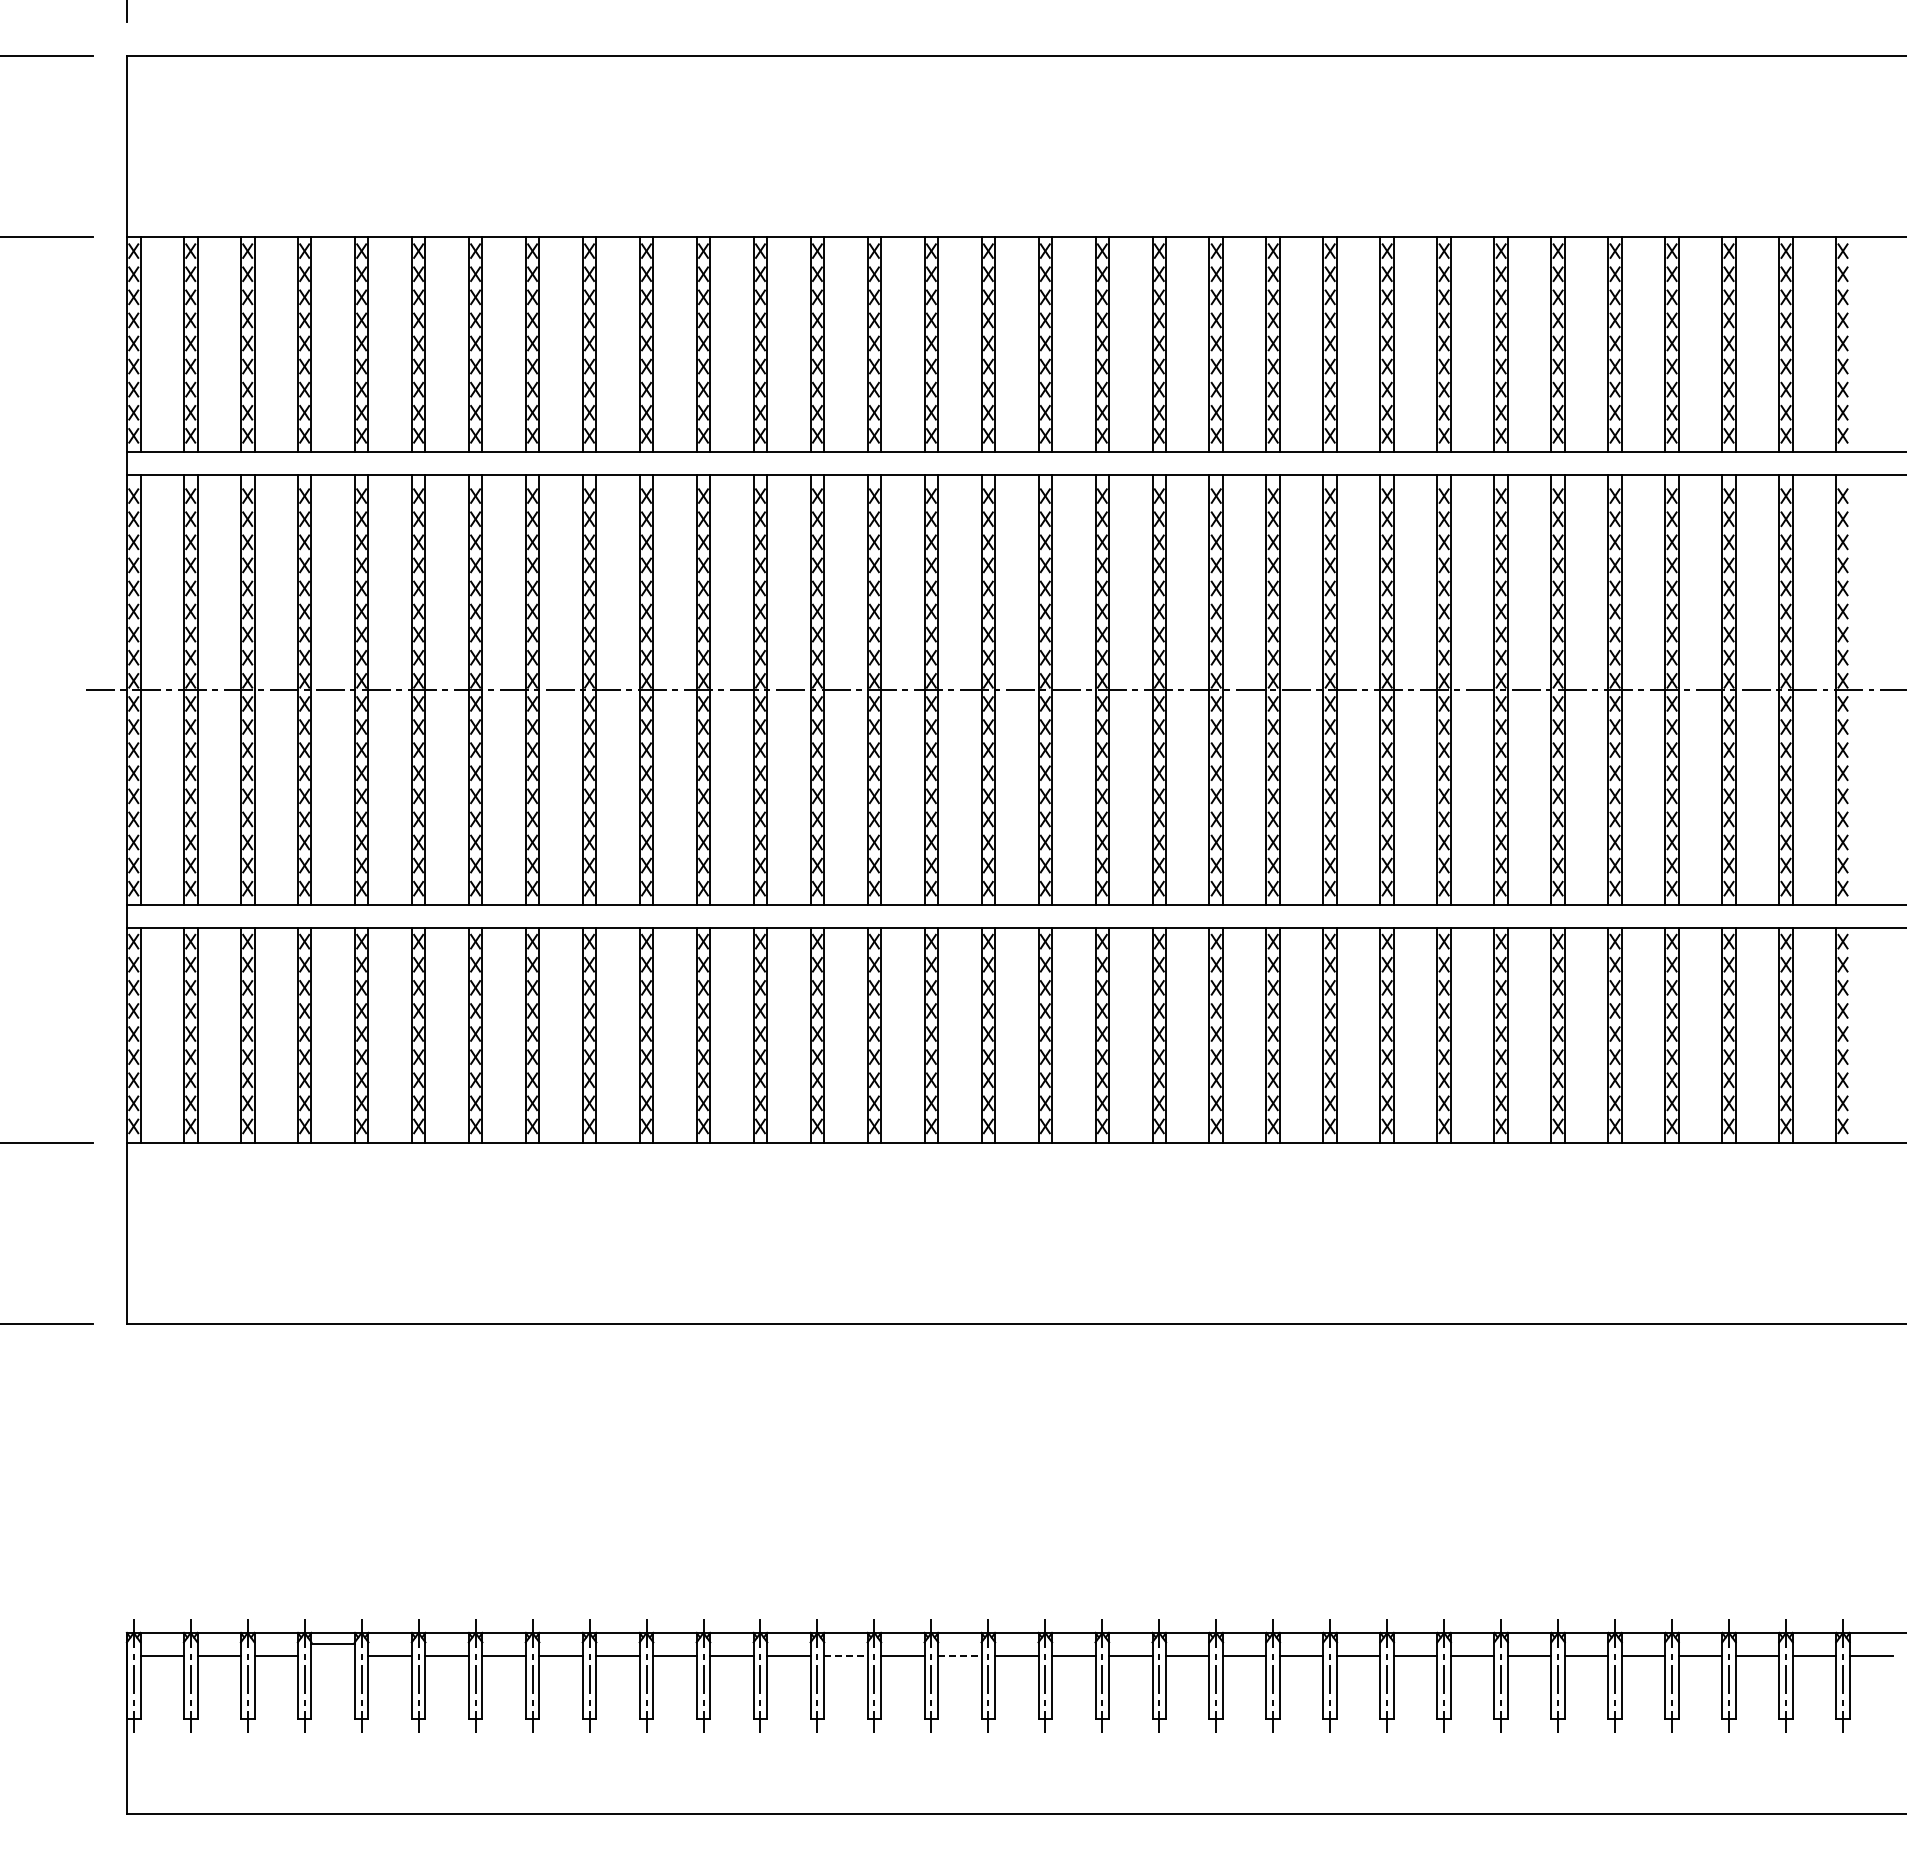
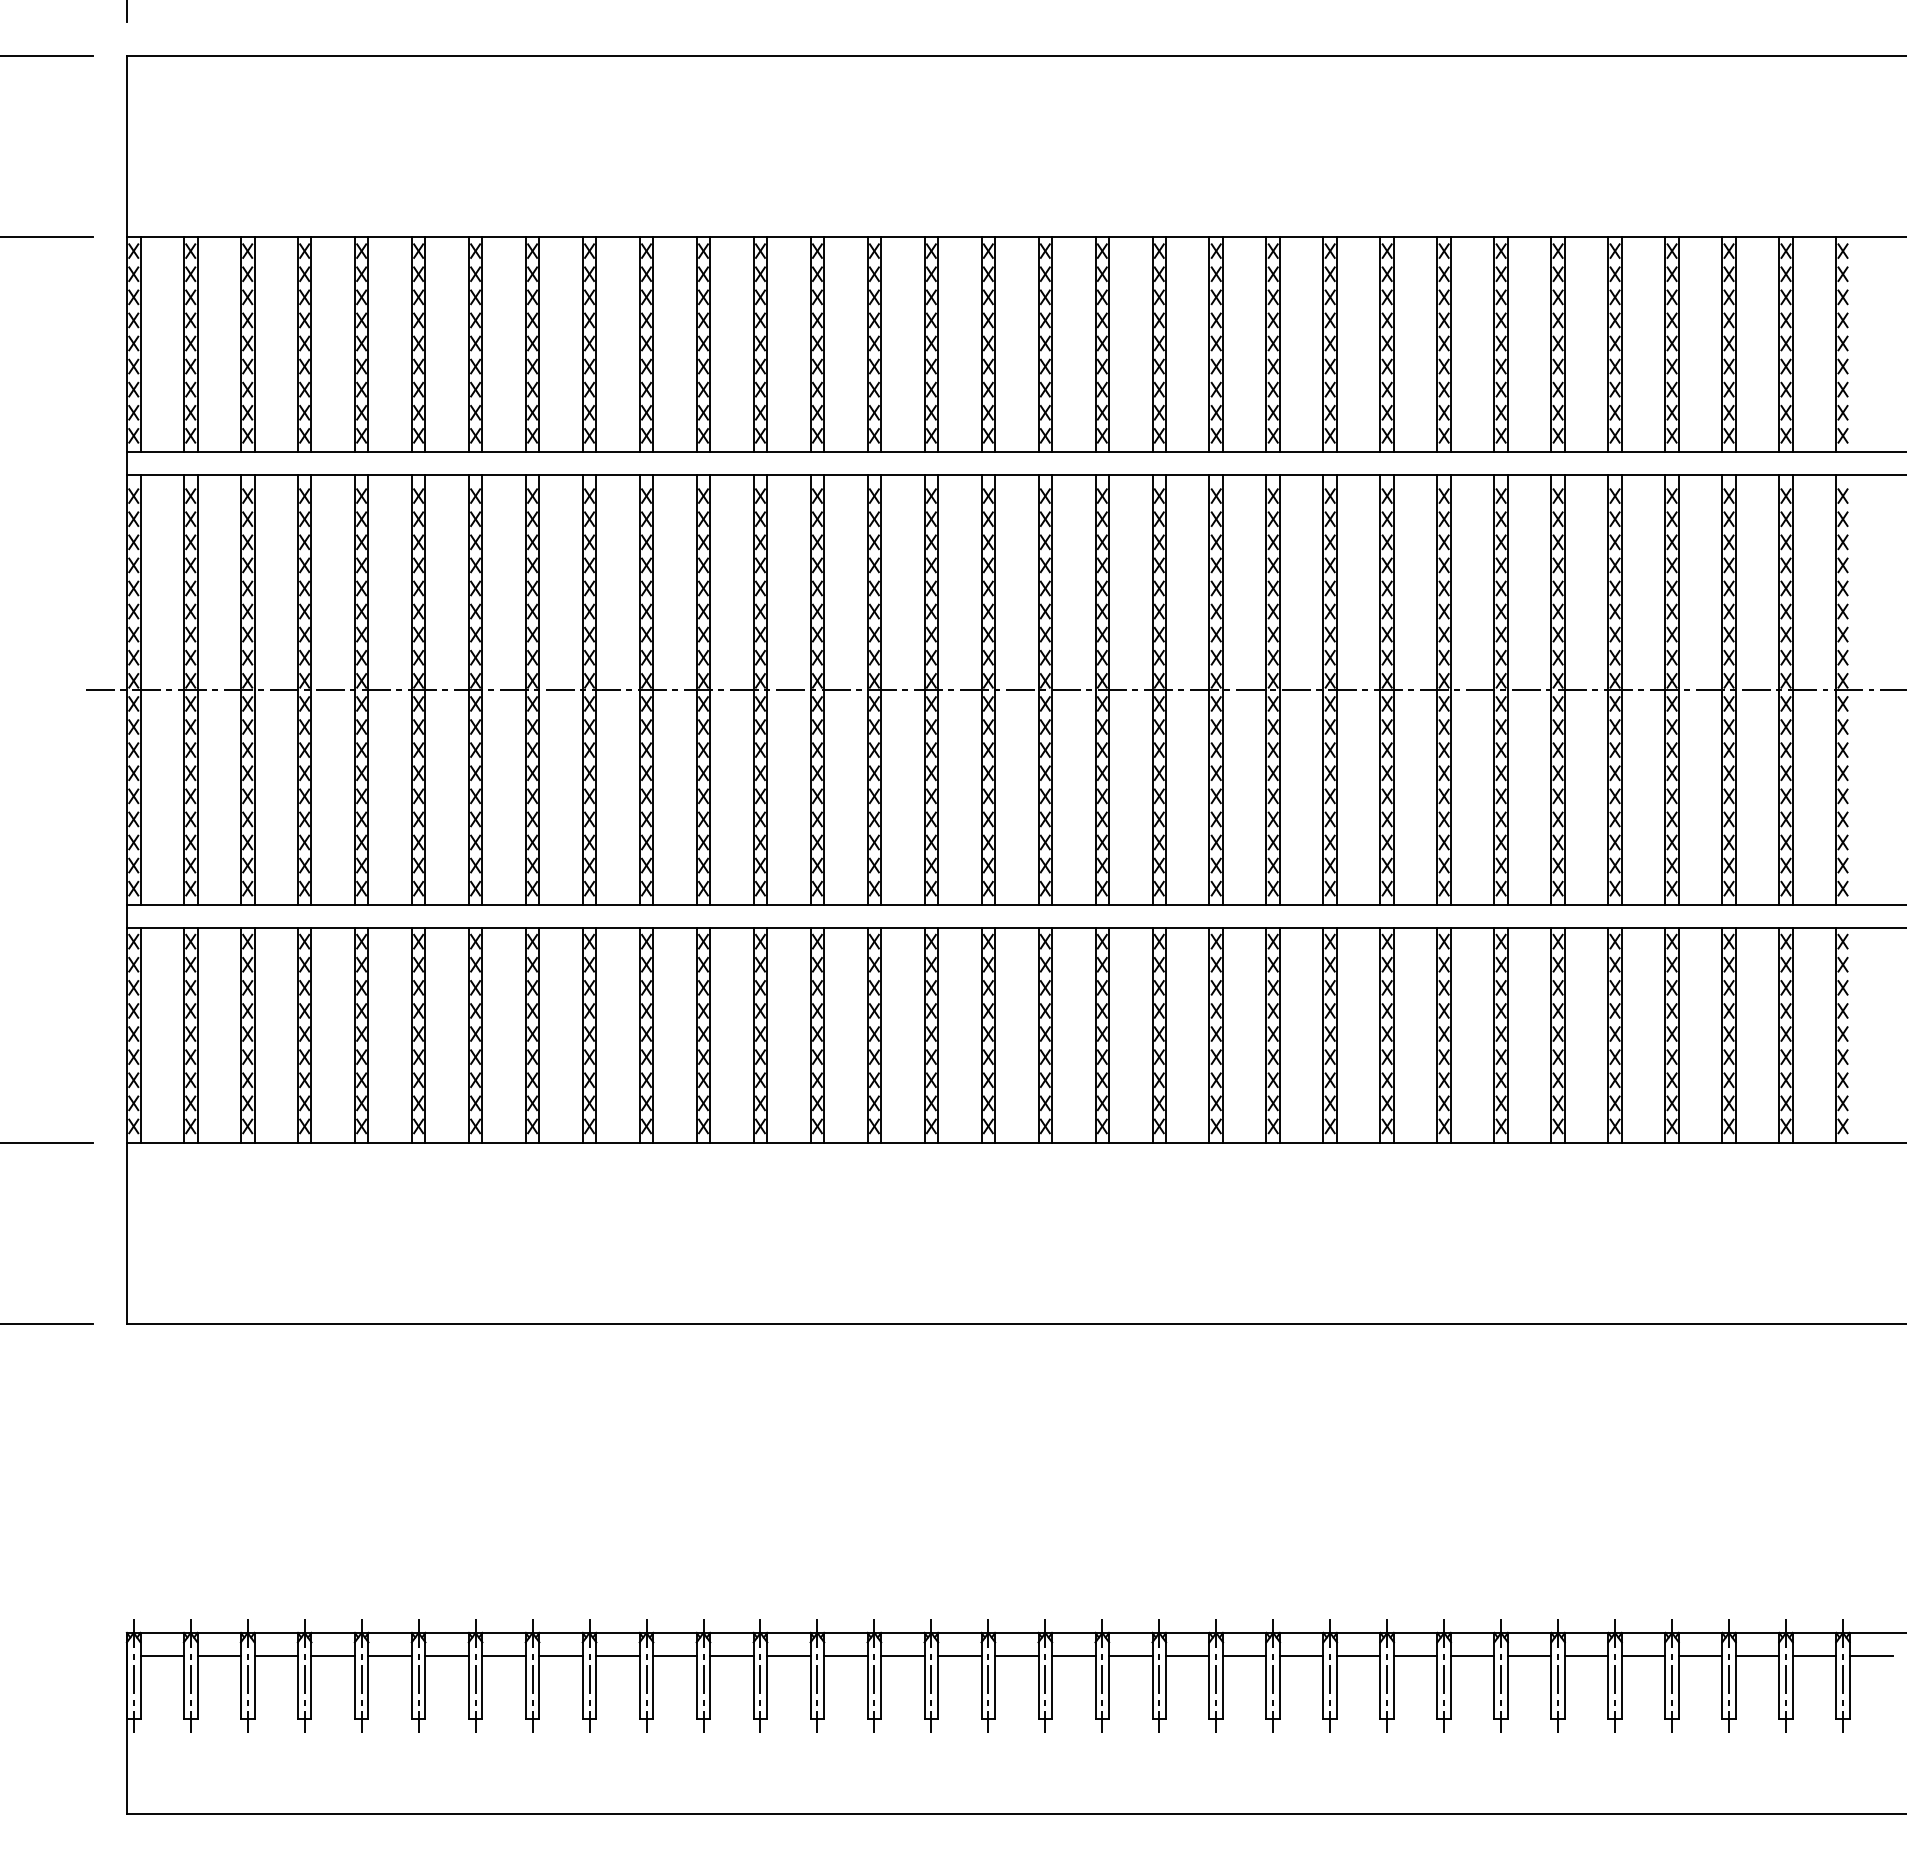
line at (332, 1643) position: (332, 1643) -> (332, 1655)
line at (845, 1655): dashed -> solid
line at (959, 1655): dashed -> solid
